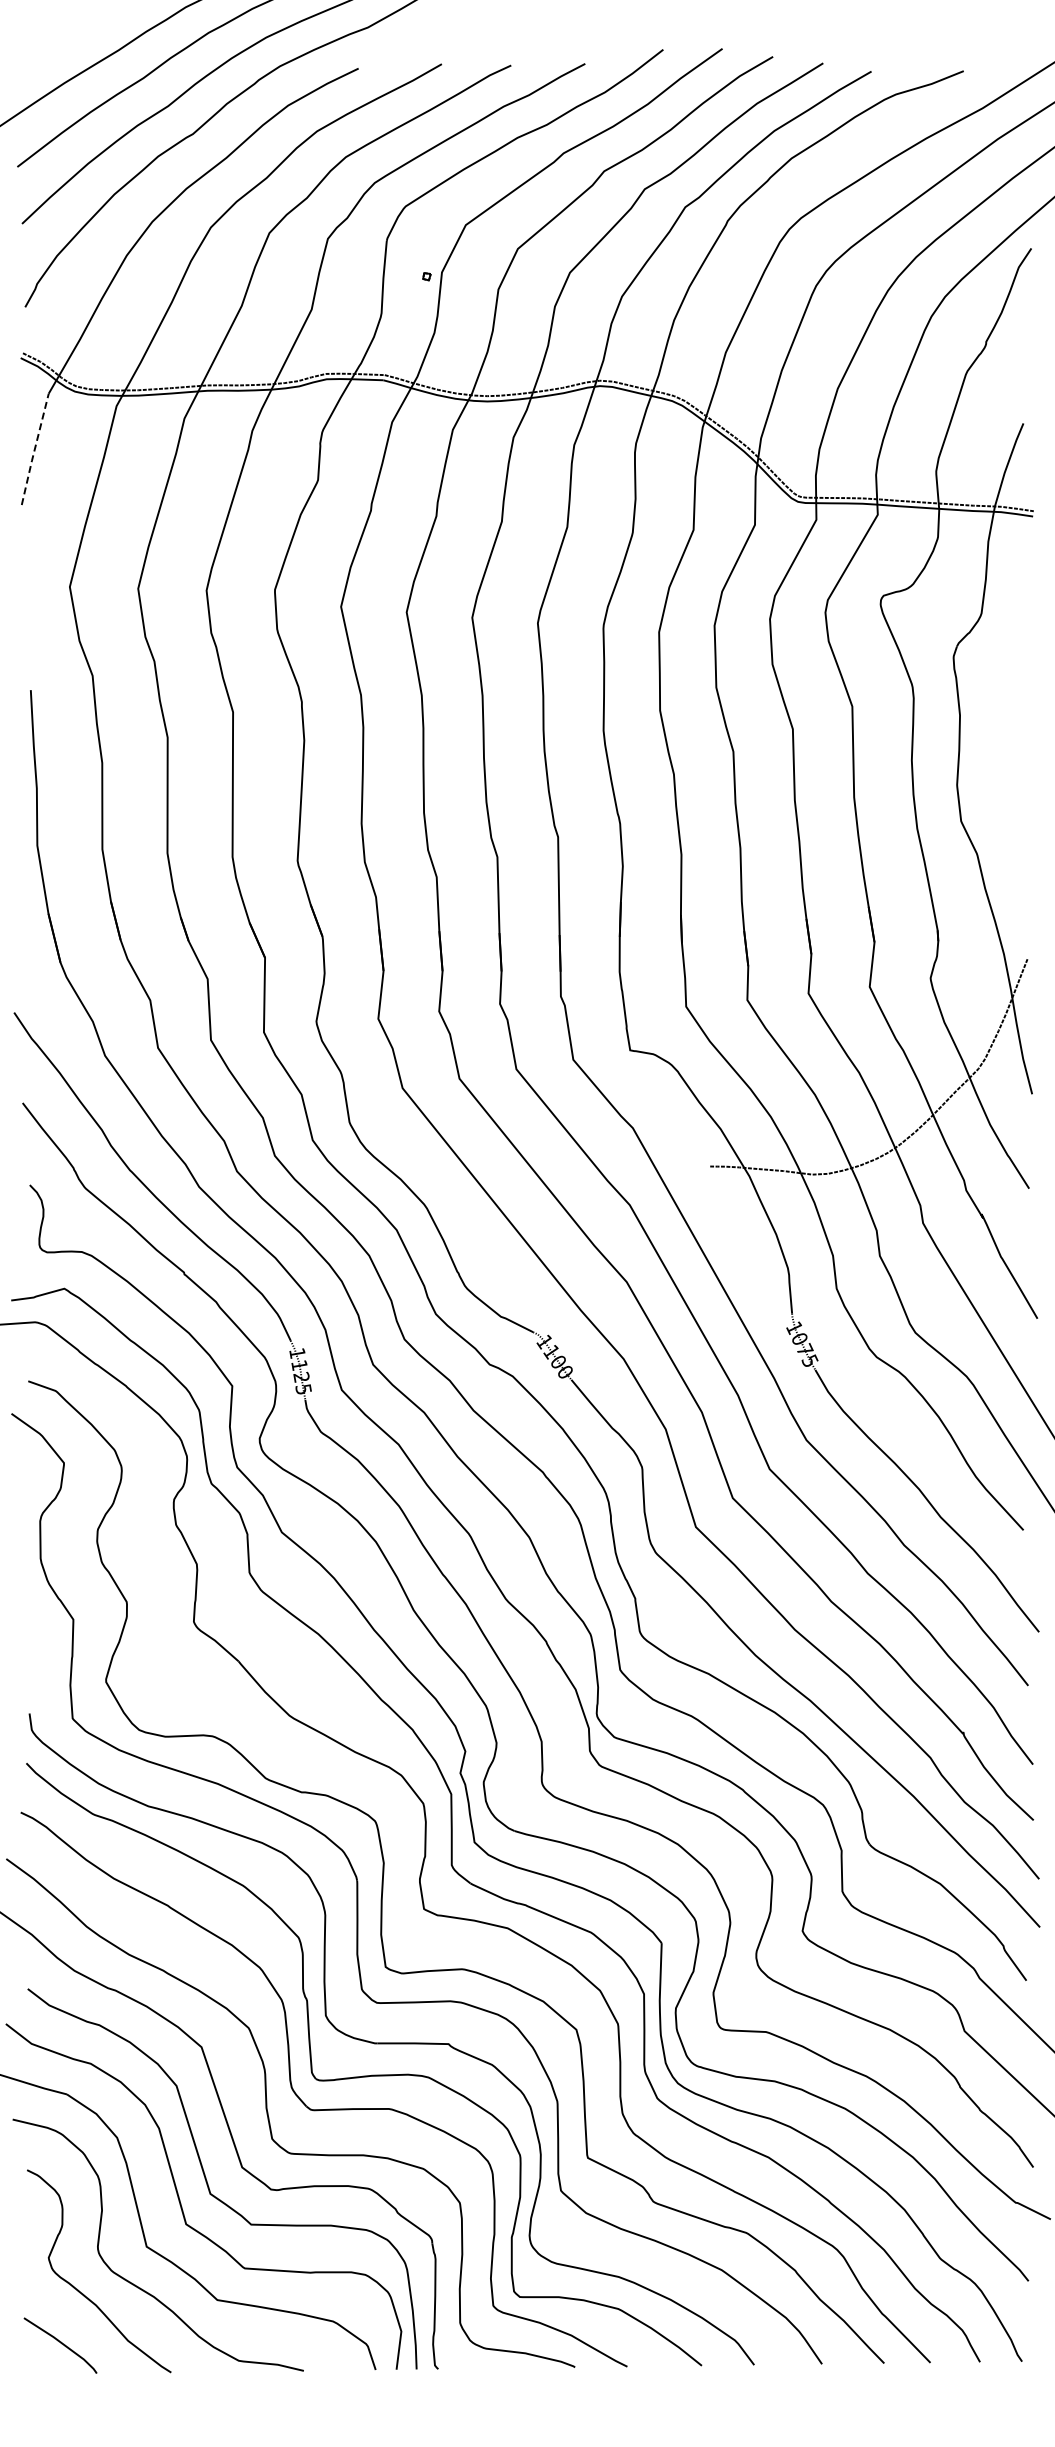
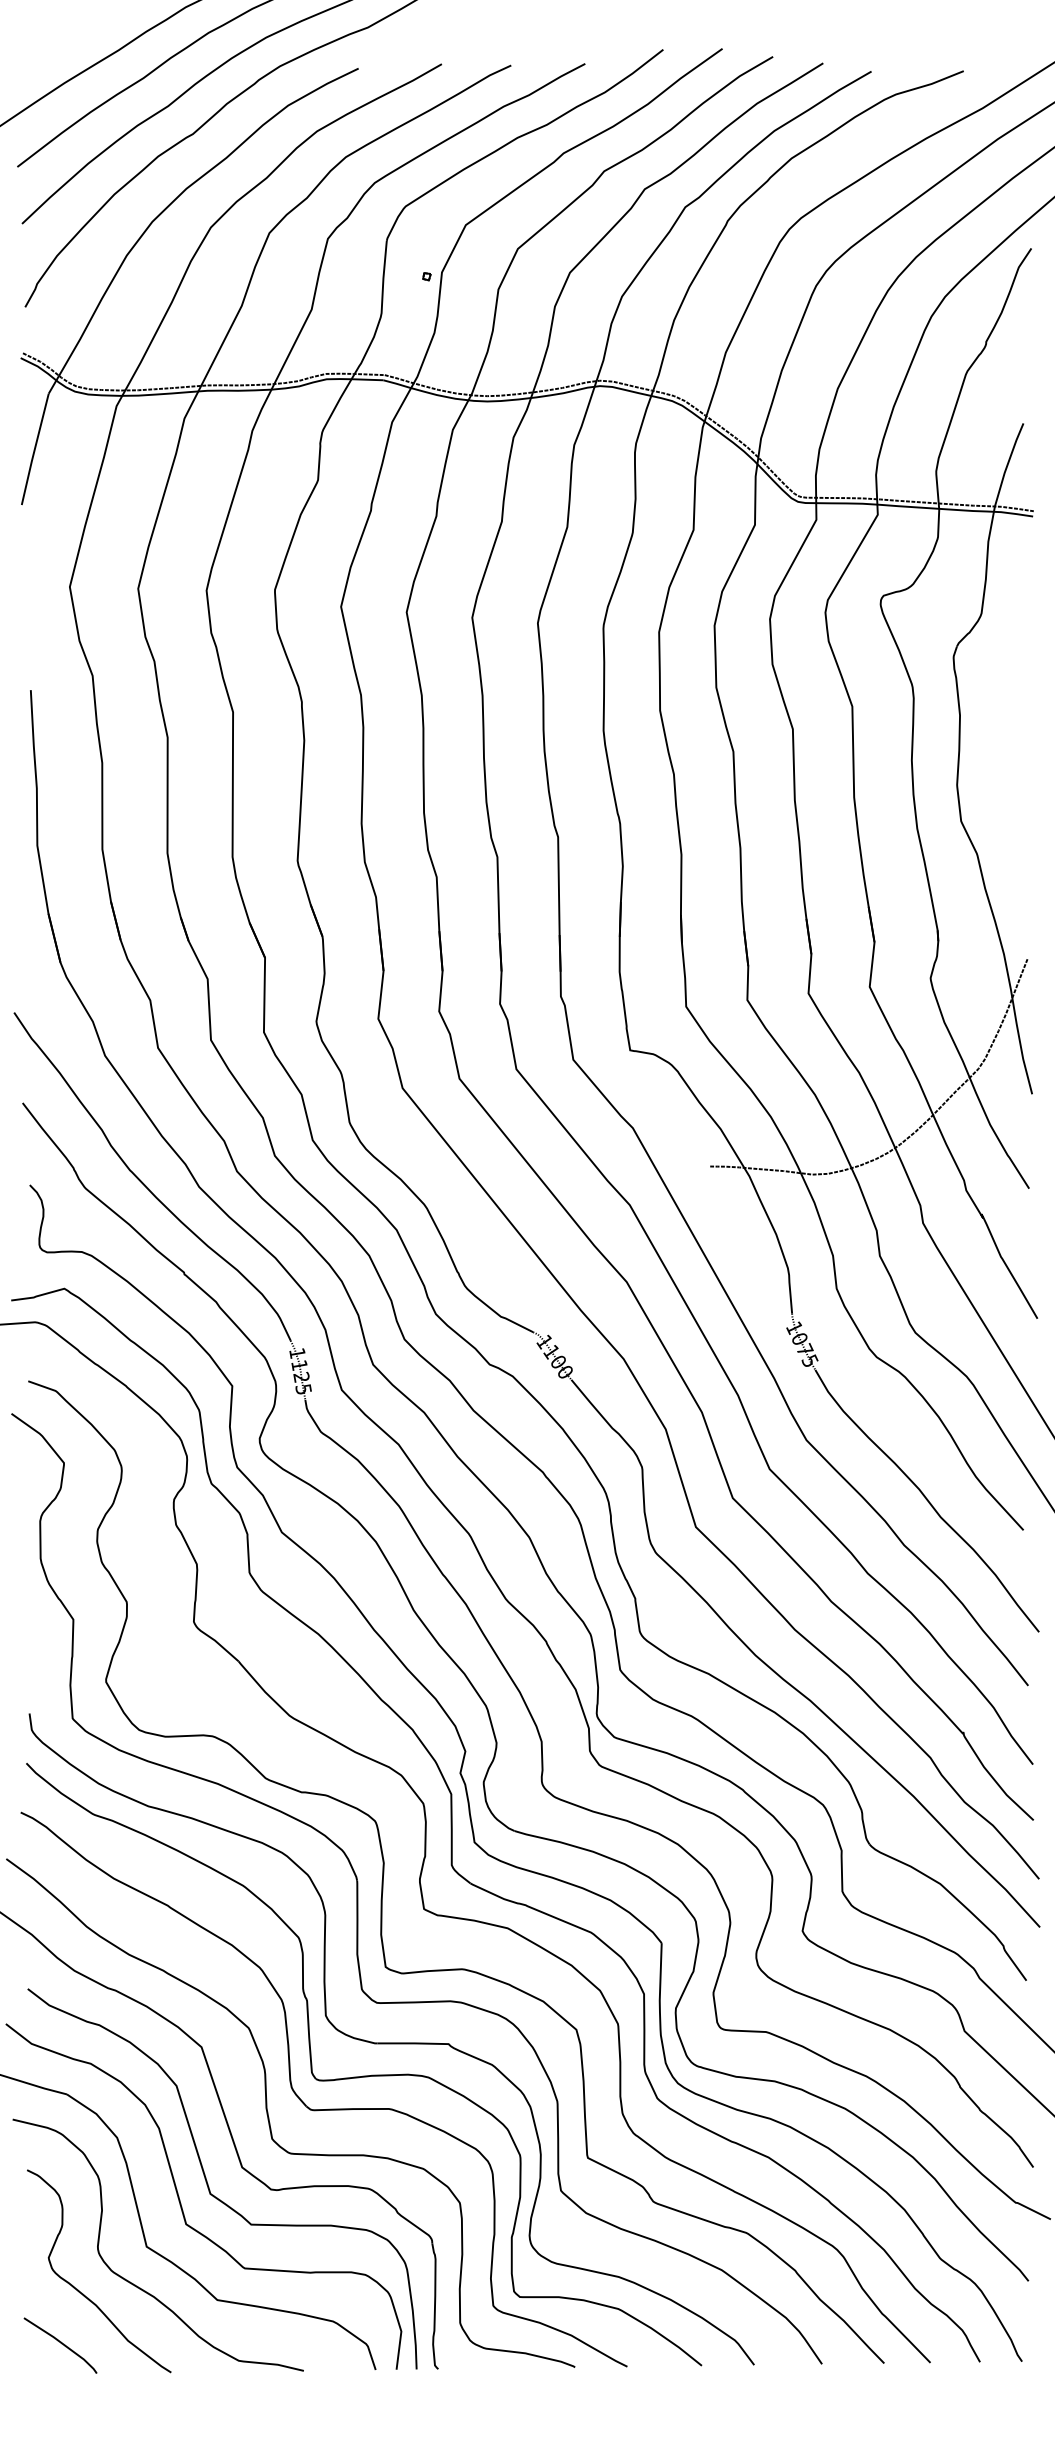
line at (34, 449): dashed -> solid
